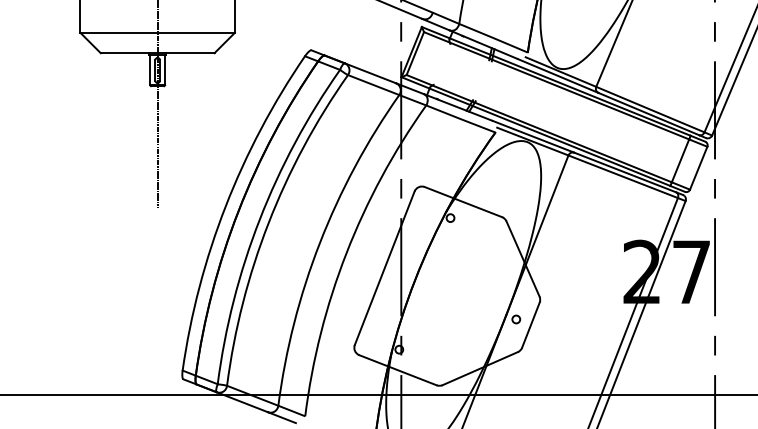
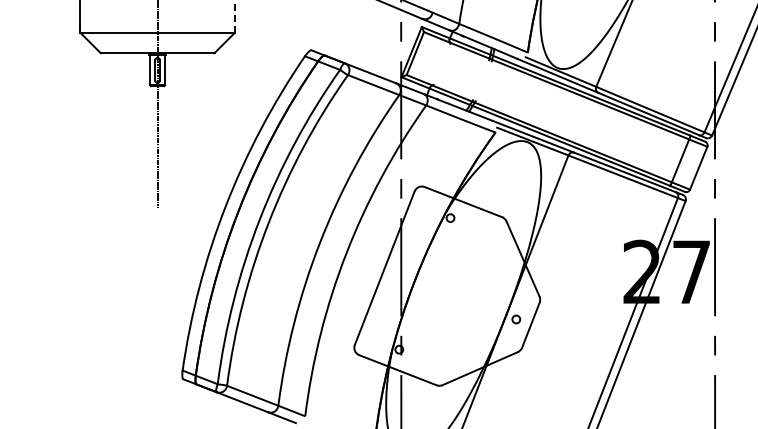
line at (234, 15): solid -> dashed
line at (378, 395): present -> none
